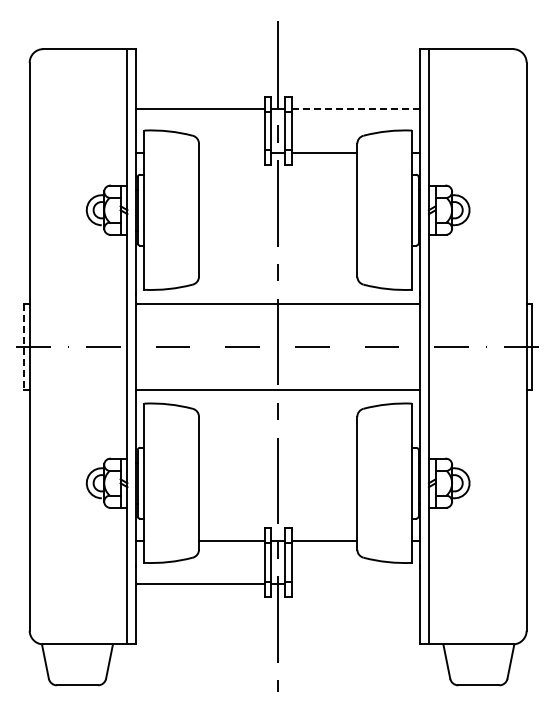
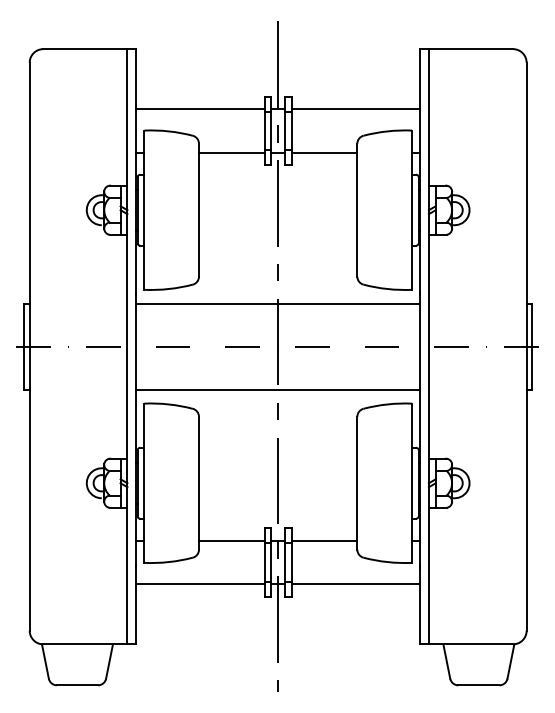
line at (356, 109): dashed -> solid
line at (231, 152): none -> present
line at (24, 346): dashed -> solid
line at (355, 584): none -> present
